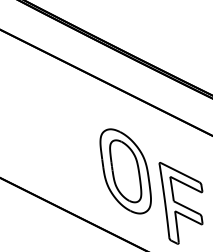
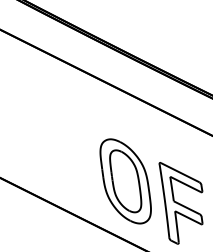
part at (125, 171) position: (125, 171) -> (125, 181)
